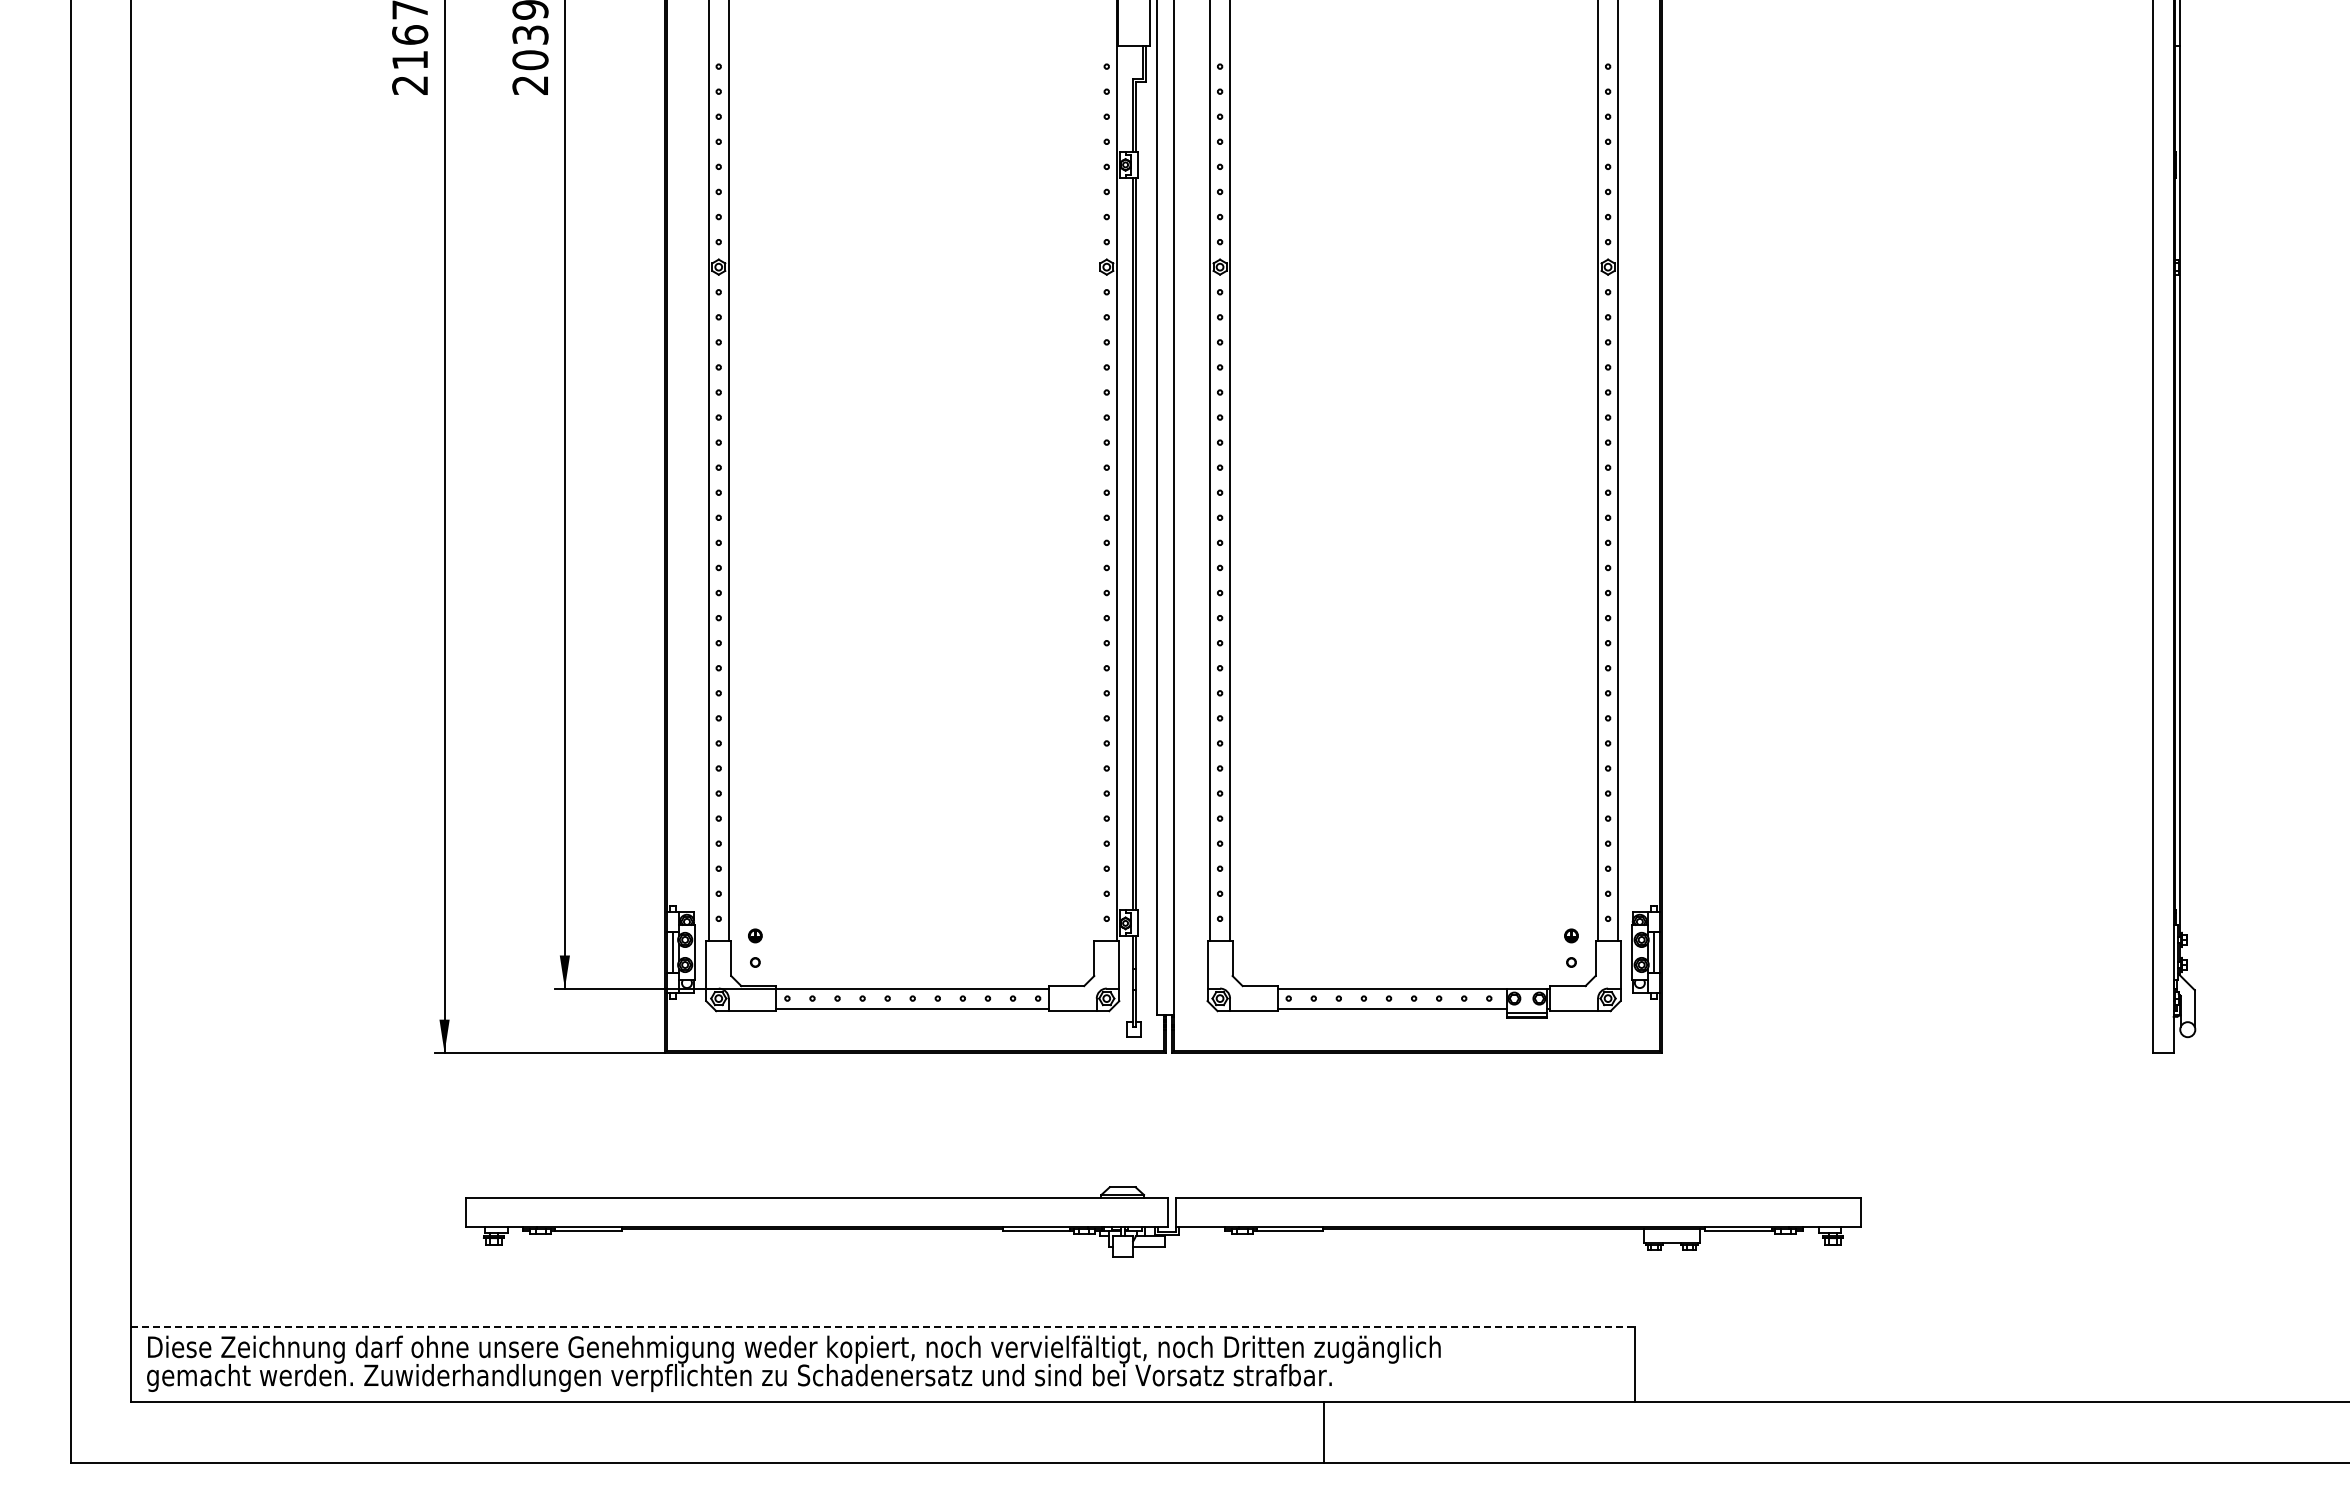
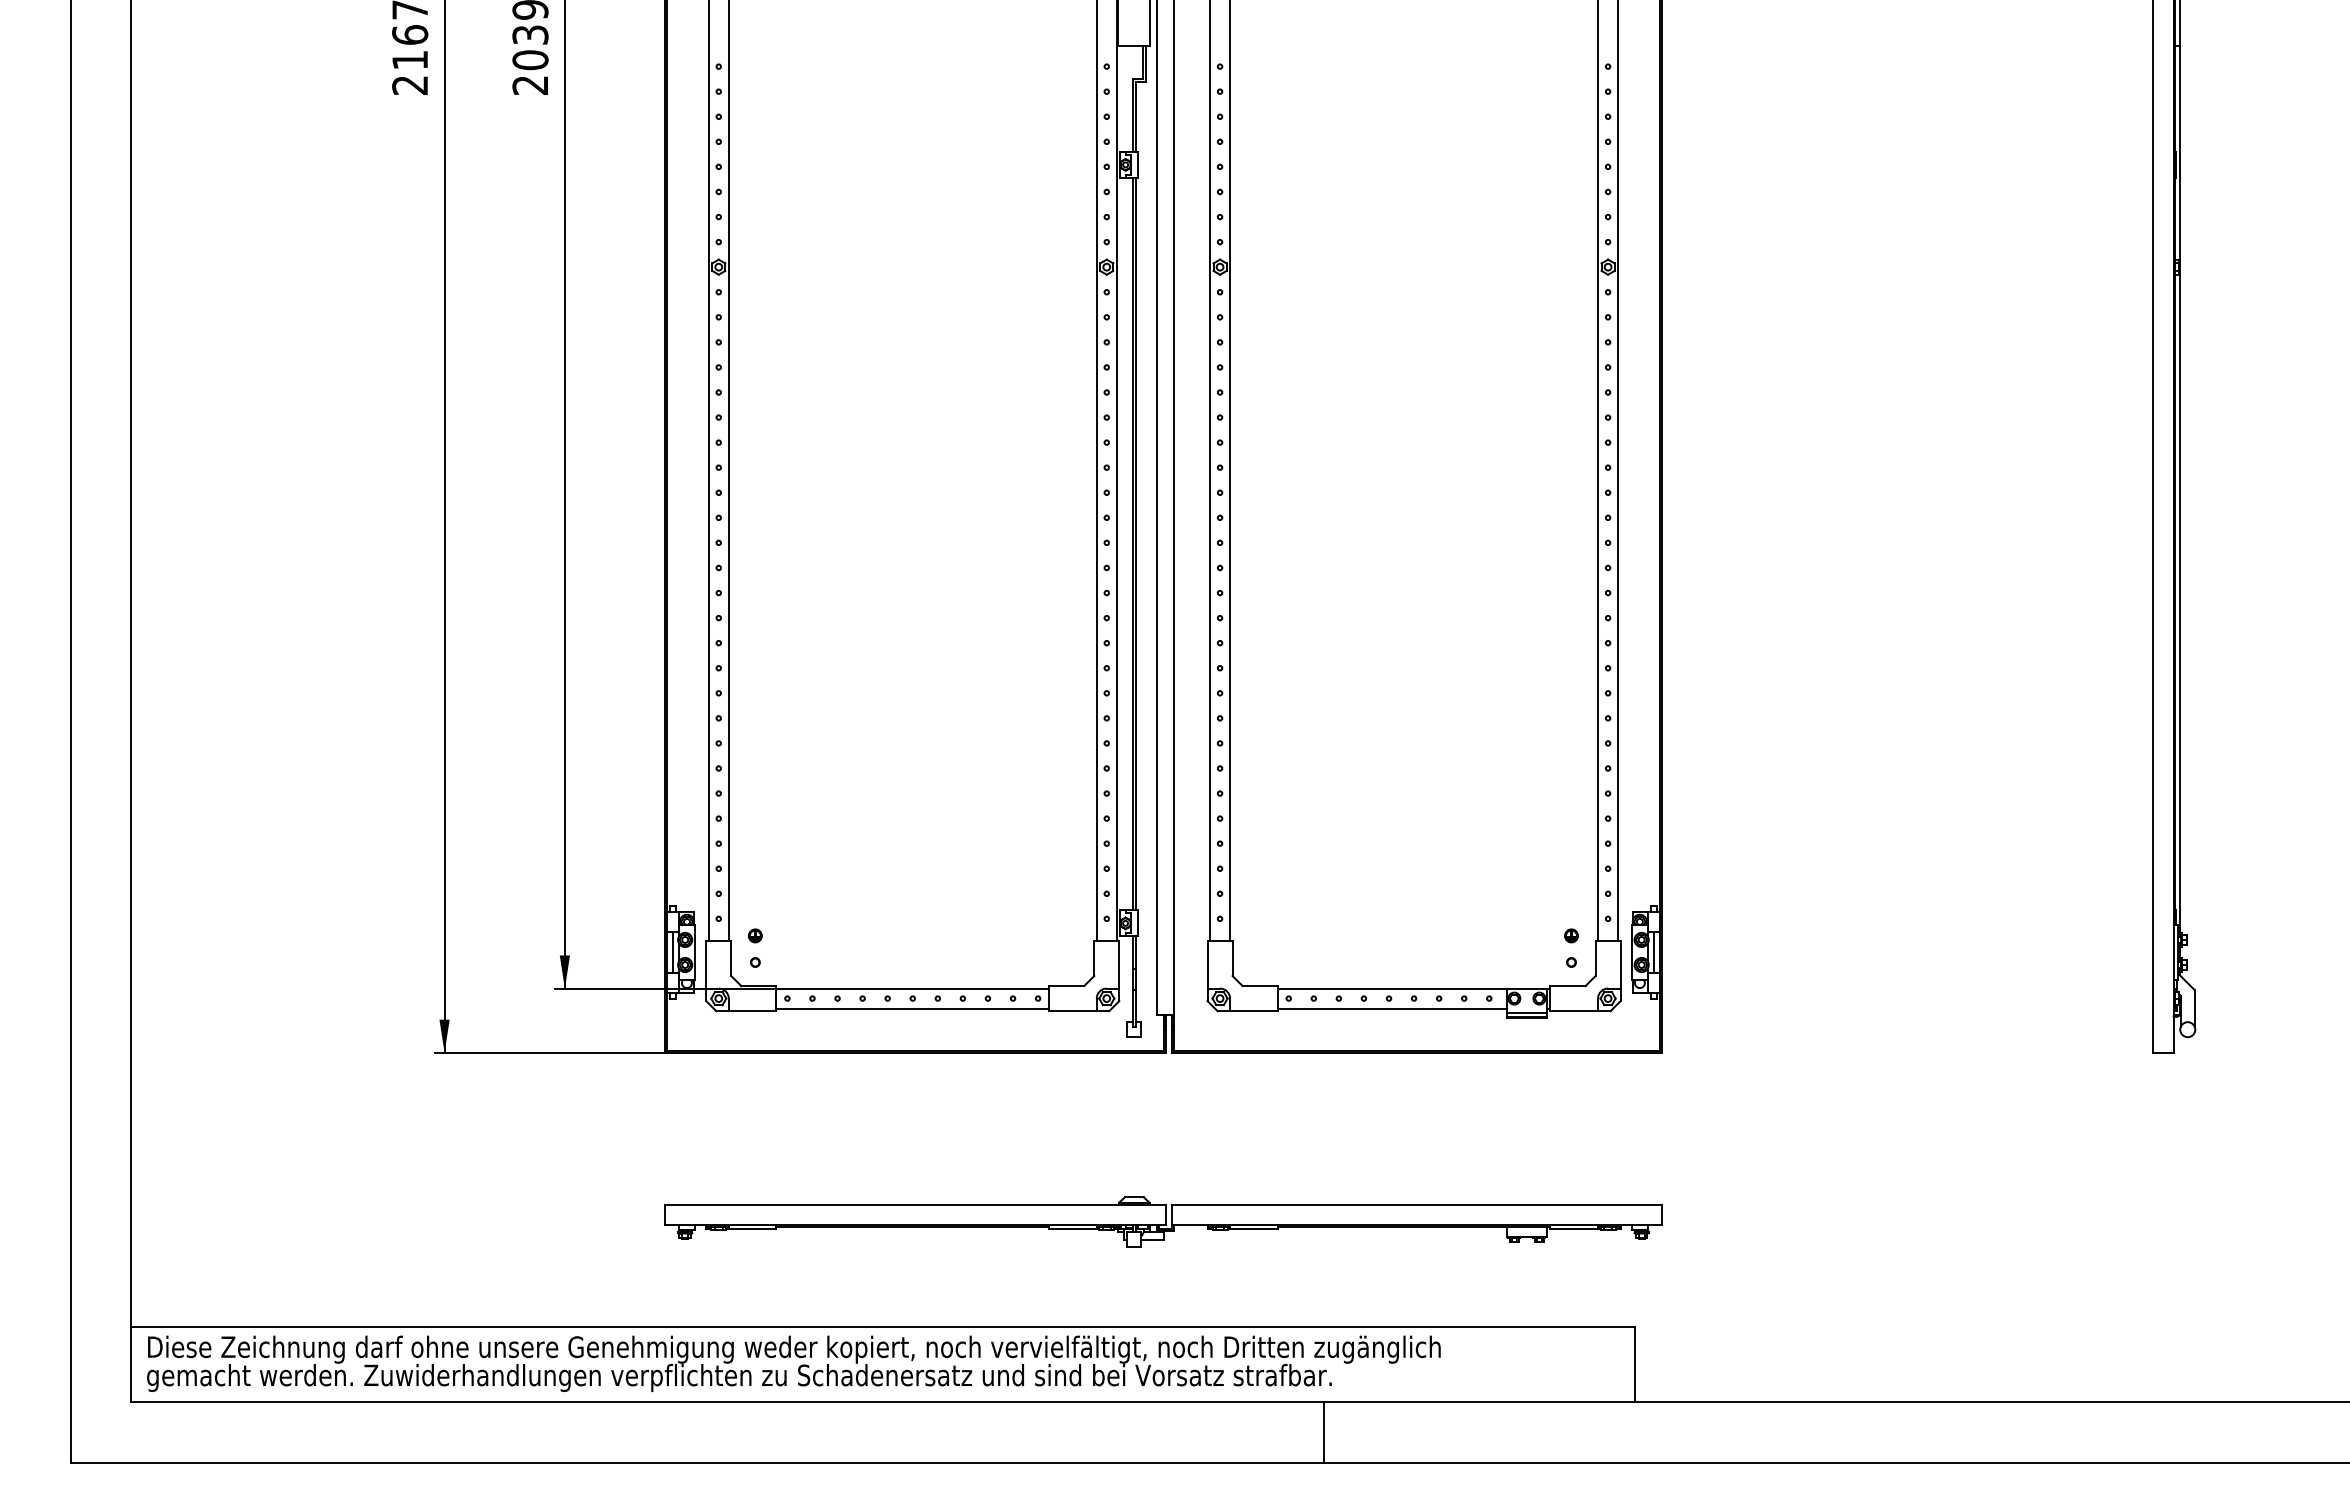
line at (1096, 471): none -> present
part at (1163, 1221) size: 1397x72 px -> 999x52 px
line at (882, 1327): dashed -> solid
